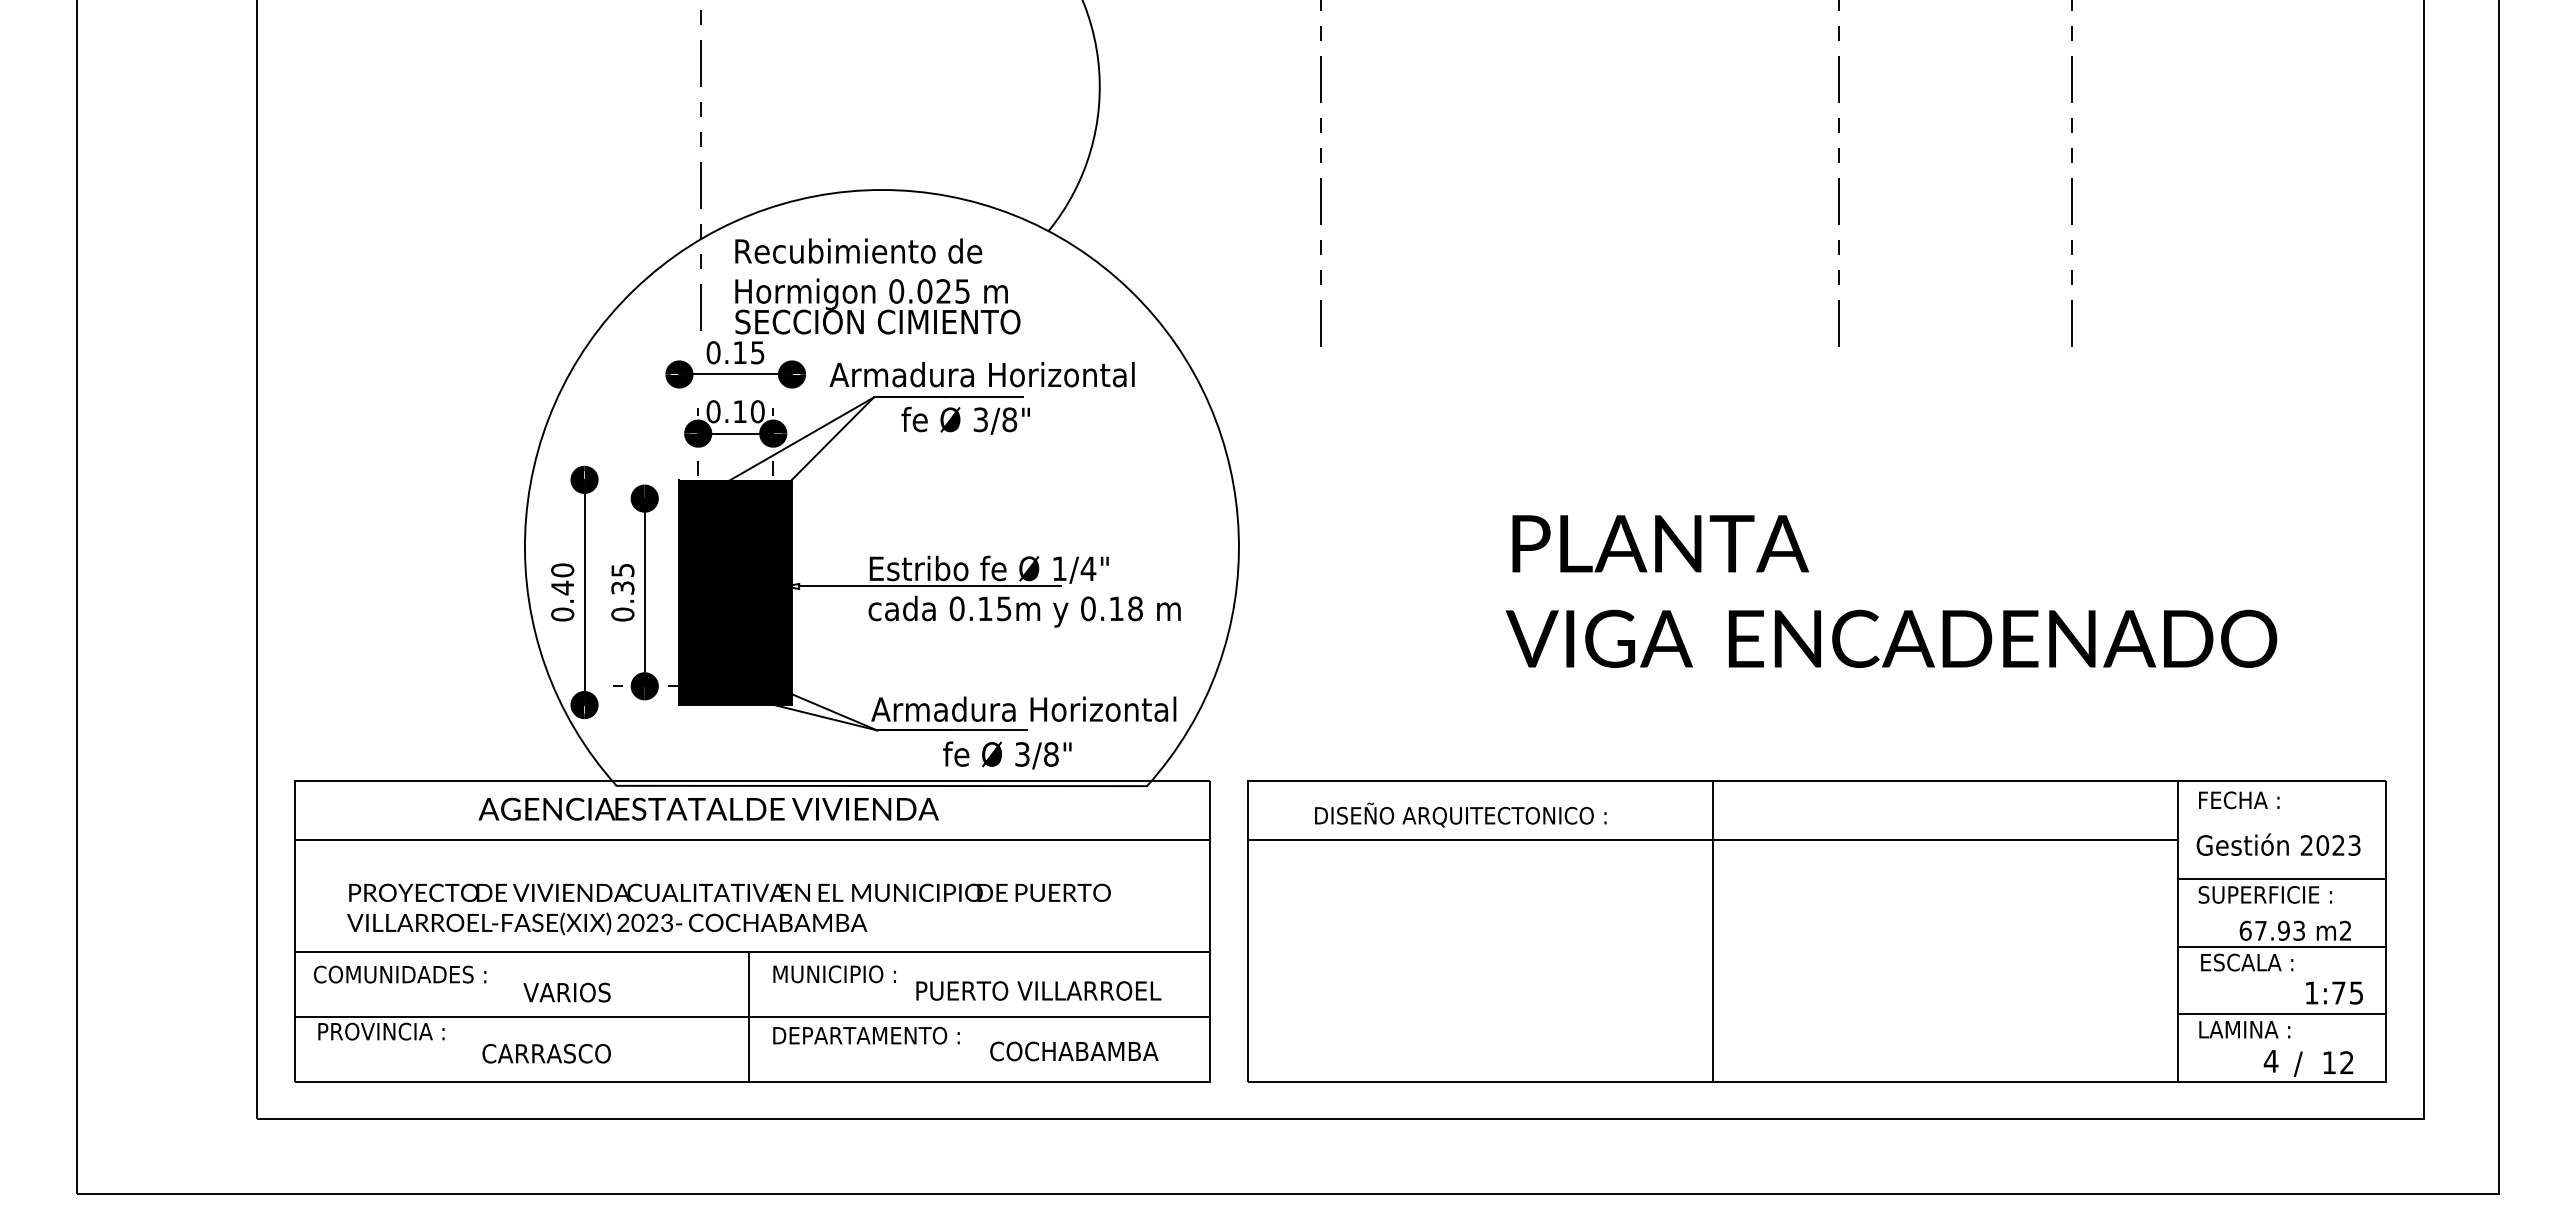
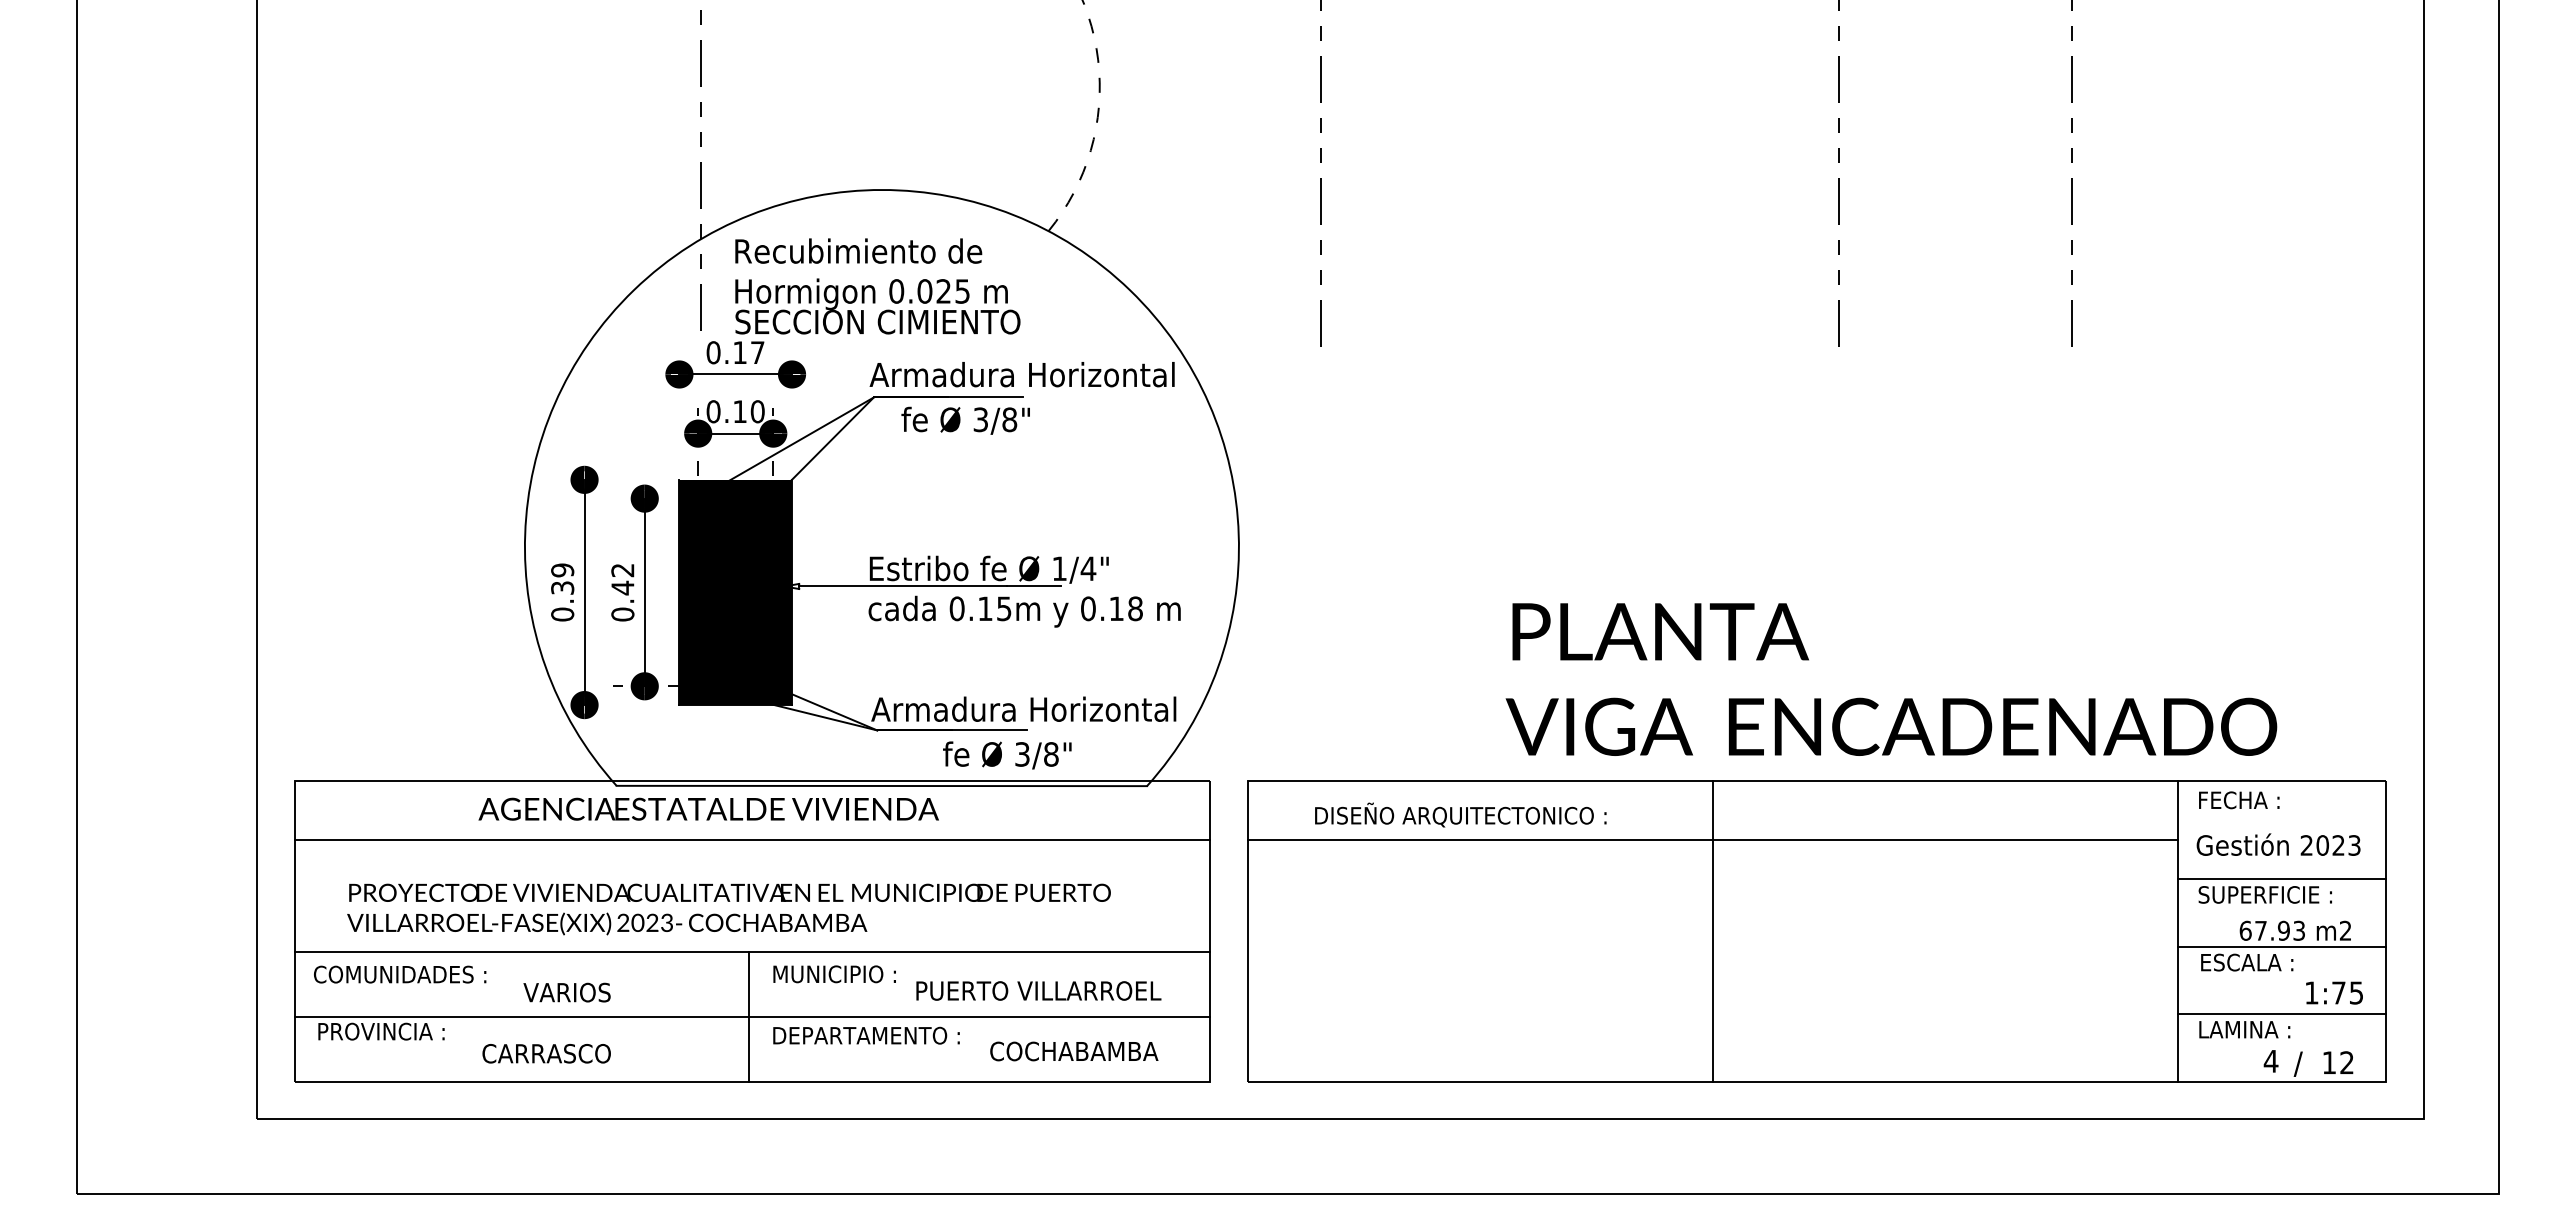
arc at (1097, 120): solid -> dashed
text at (757, 352): 0.15 -> 0.17
text at (981, 374) position: (981, 374) -> (1021, 374)
text at (562, 579): 0.40 -> 0.39
text at (622, 579): 0.35 -> 0.42
text at (1891, 591) position: (1891, 591) -> (1891, 679)
